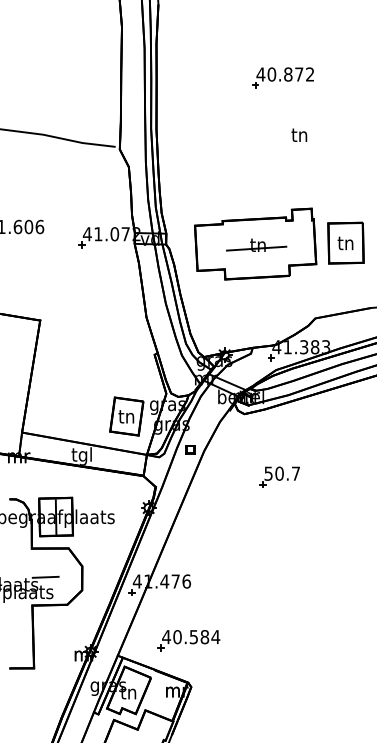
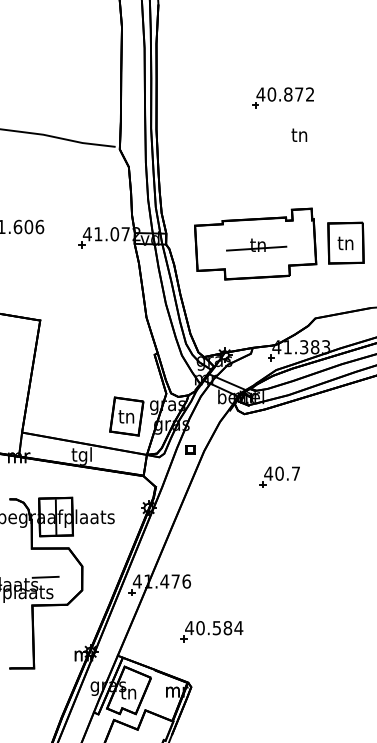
part at (282, 77) position: (282, 77) -> (282, 97)
text at (268, 473): 50.7 -> 40.7
part at (188, 640) position: (188, 640) -> (211, 631)
